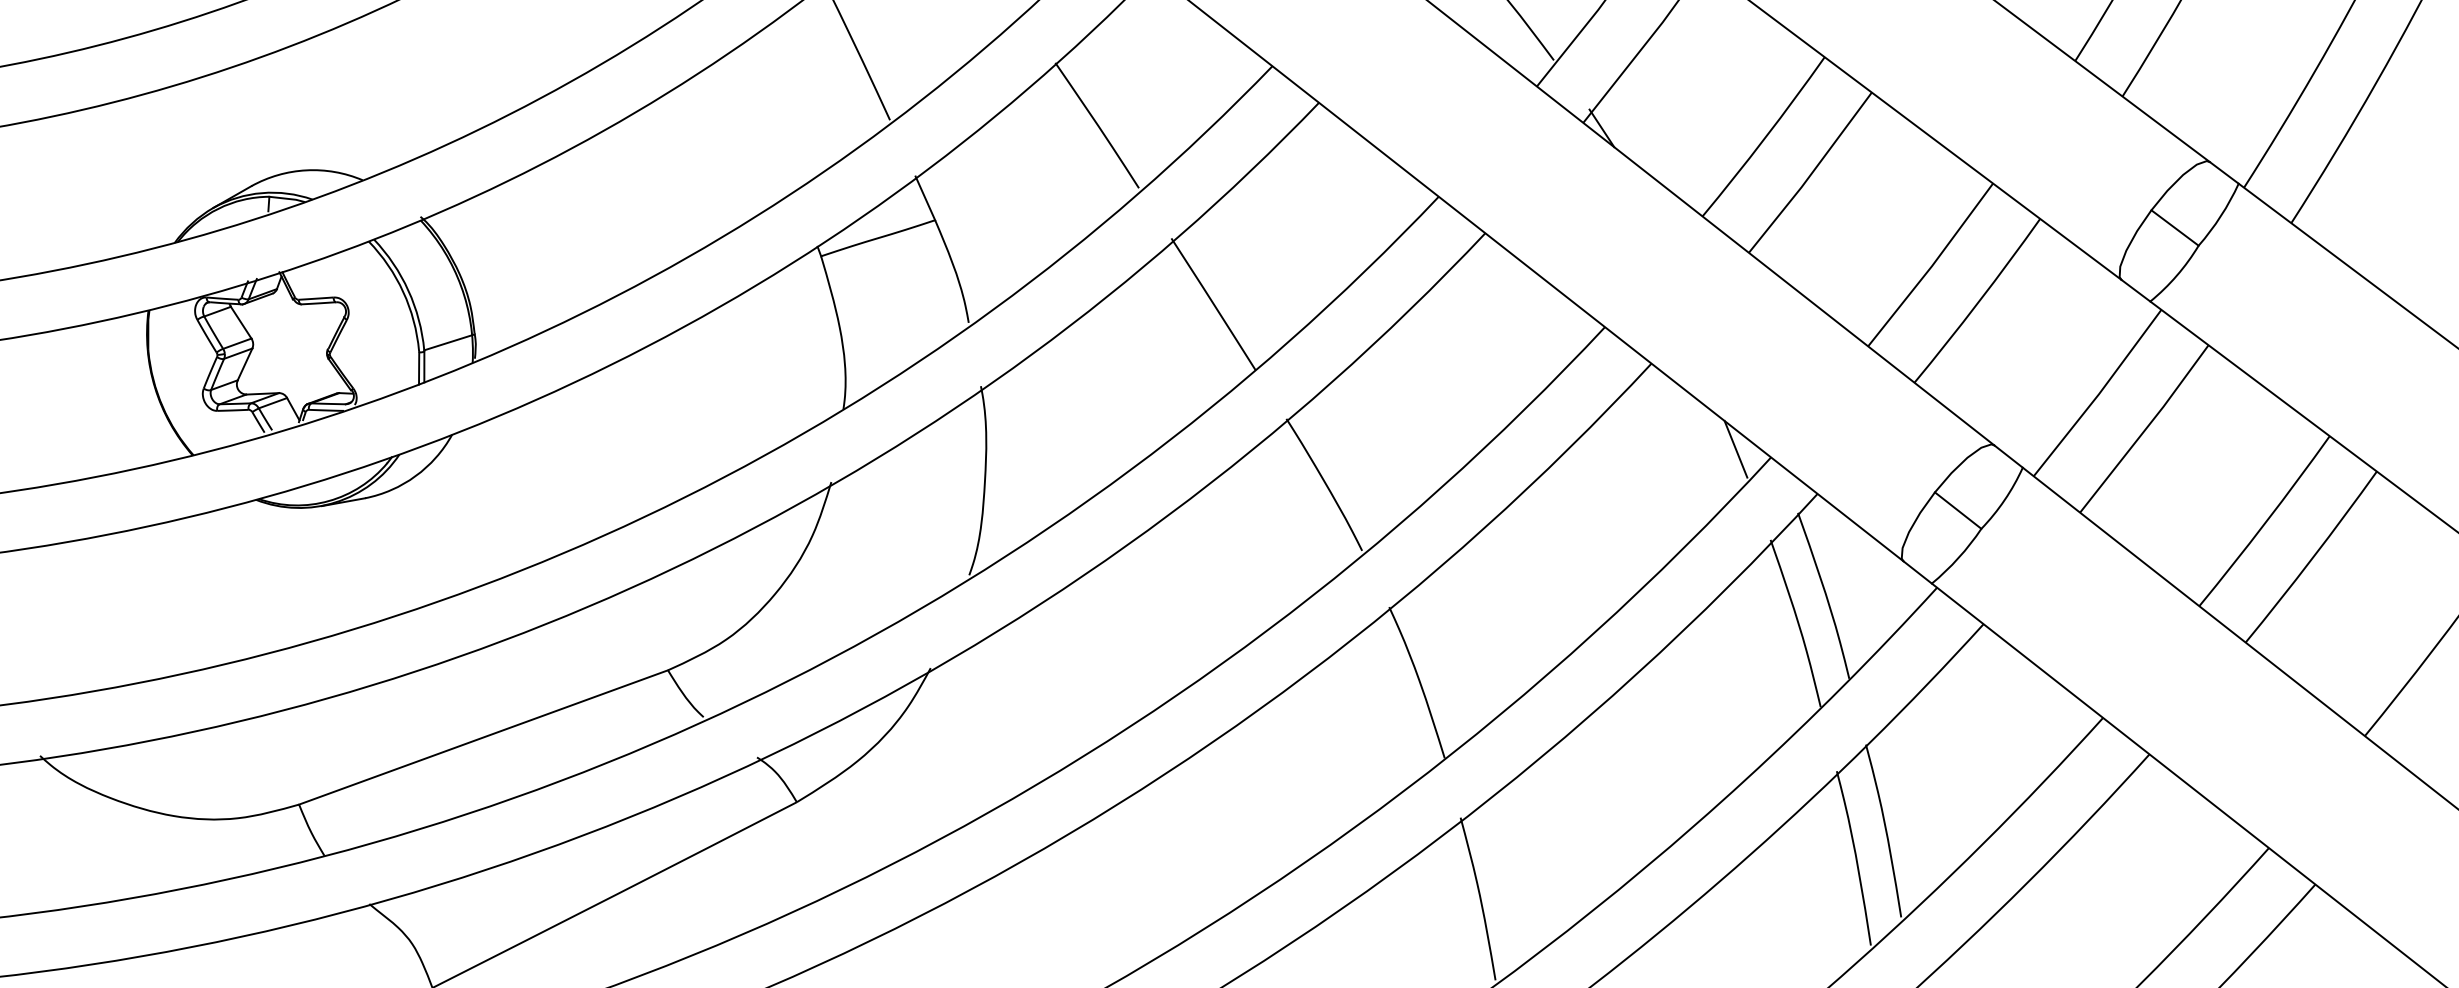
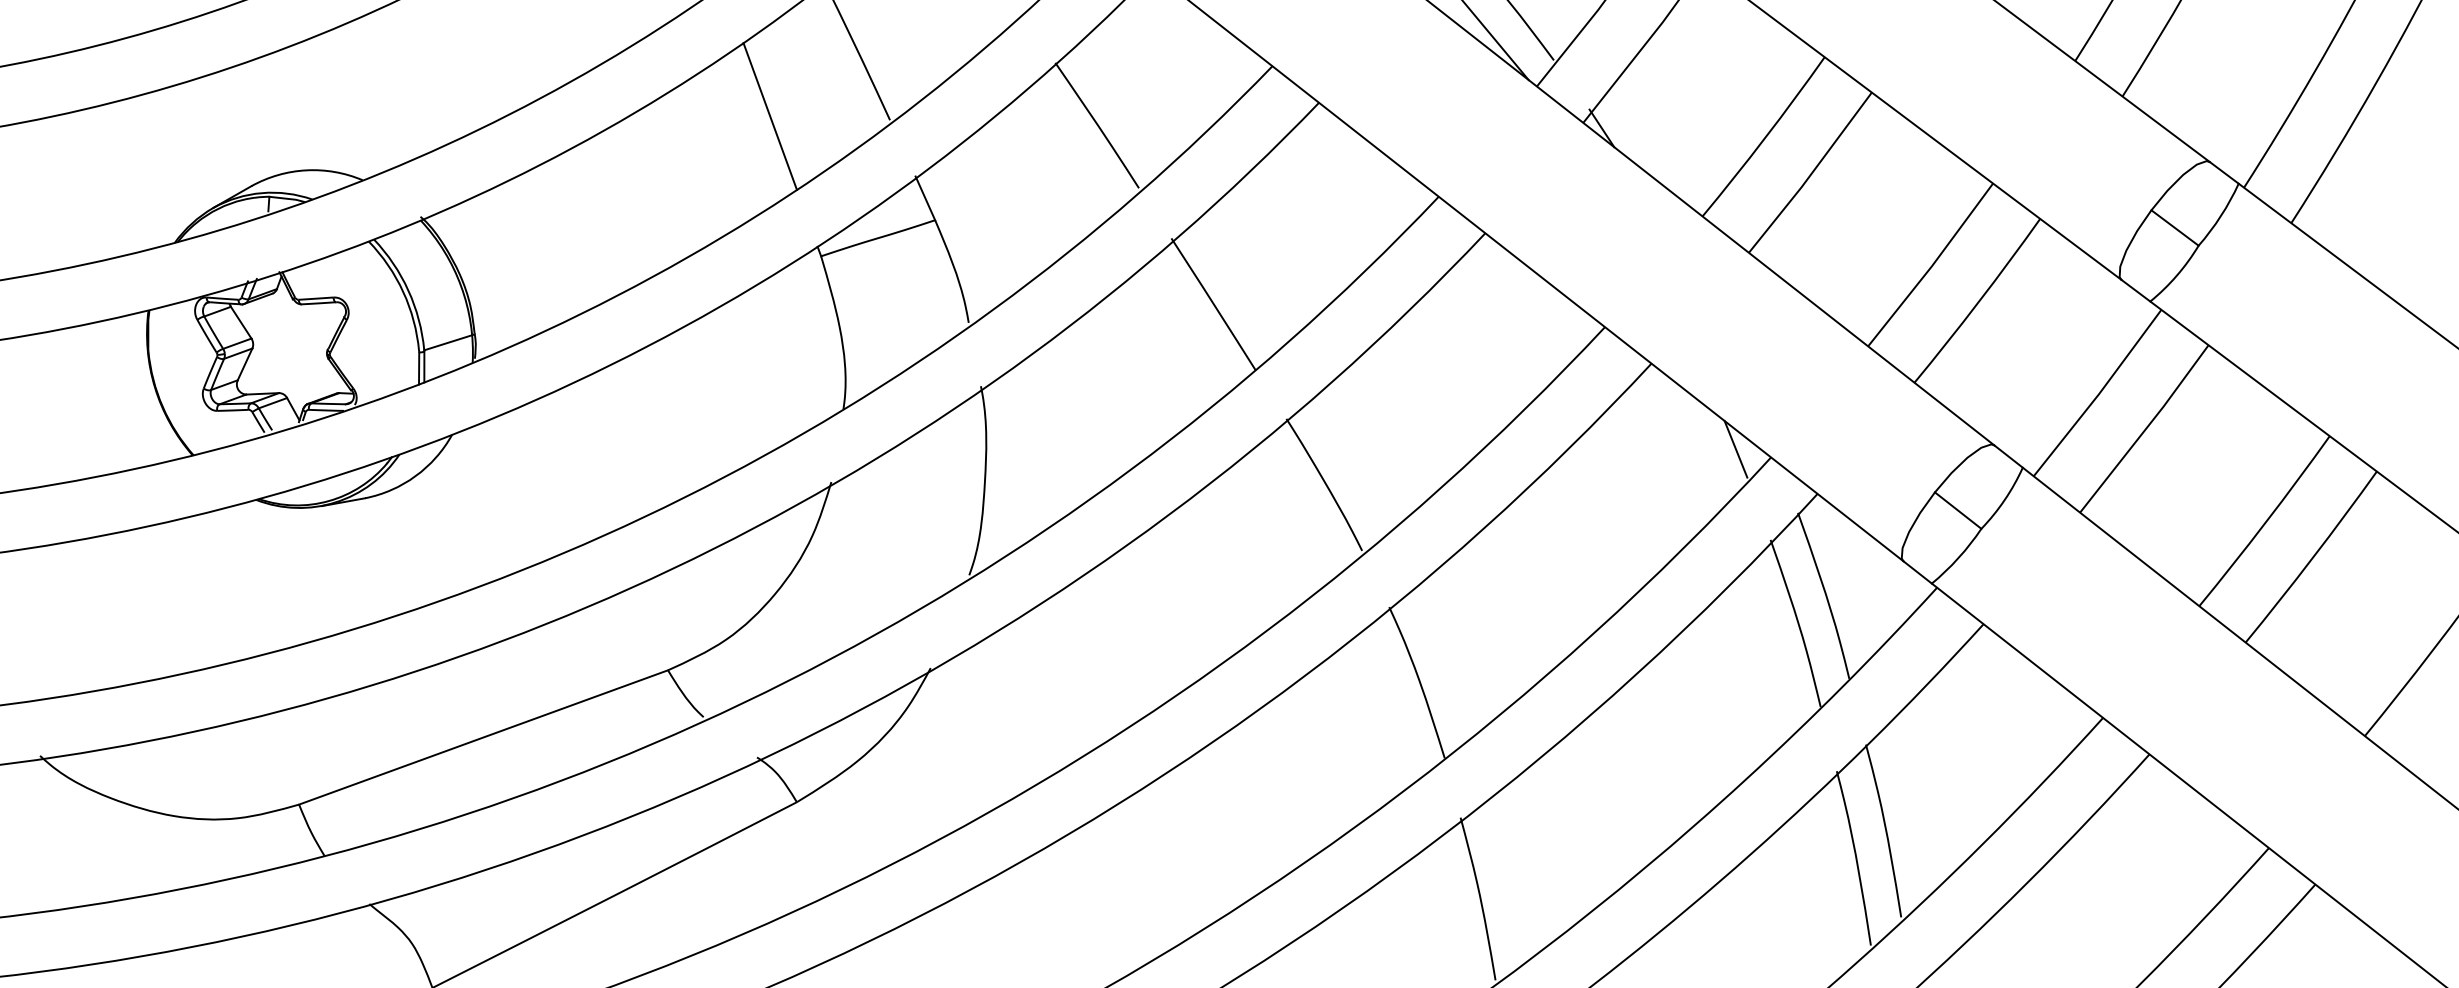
line at (1496, 41): none -> present
line at (769, 116): none -> present
